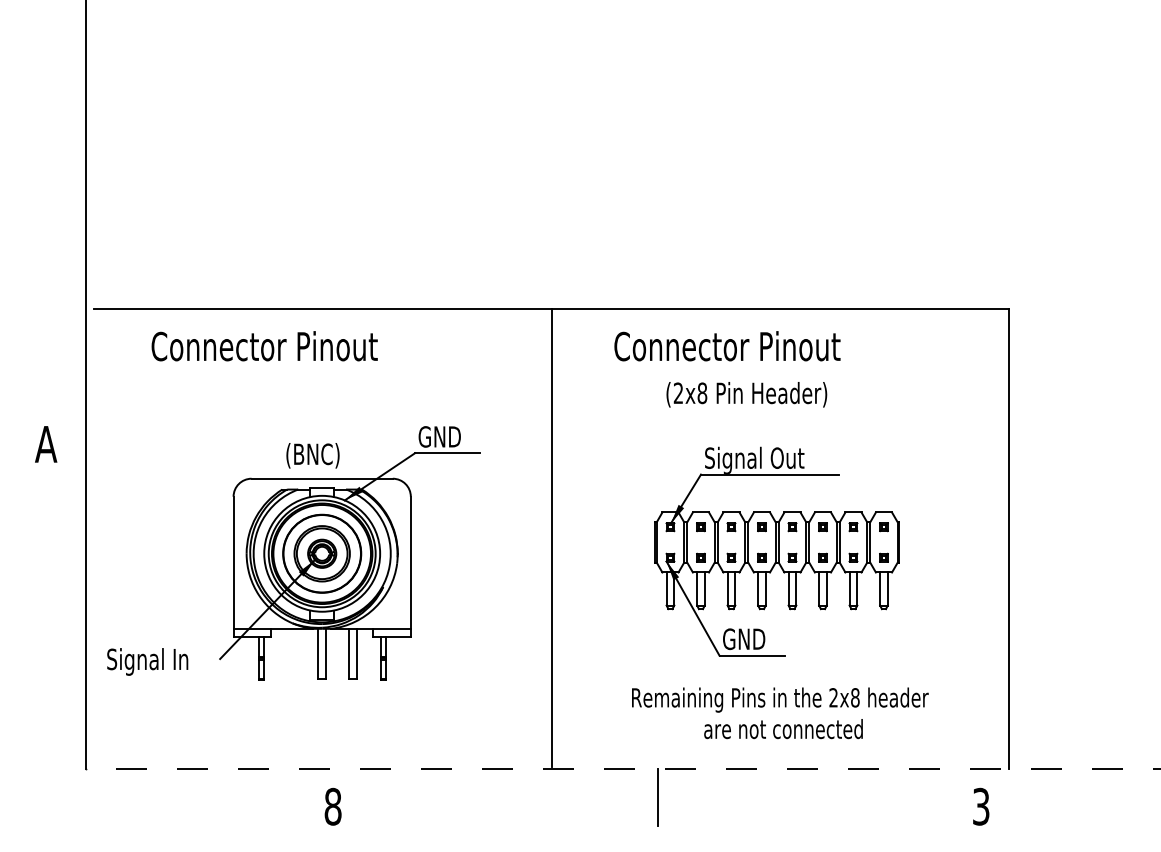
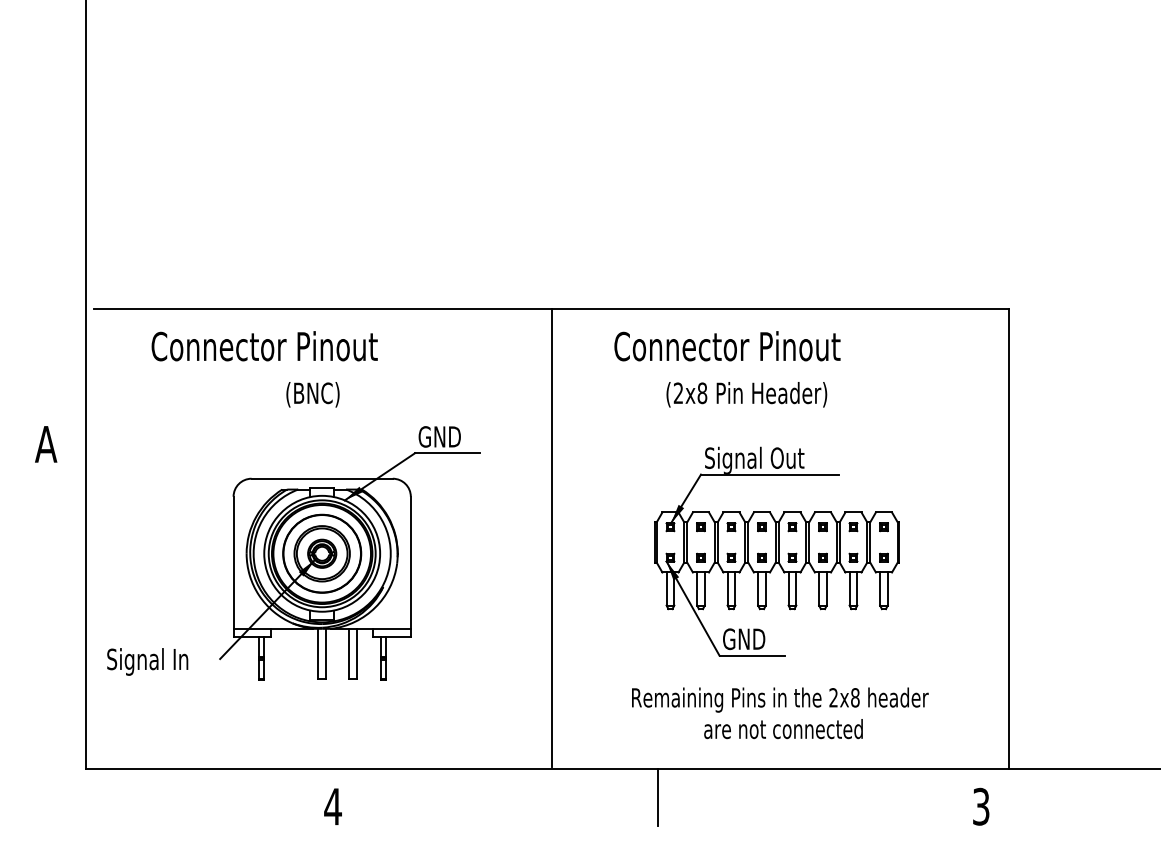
text at (312, 455) position: (312, 455) -> (312, 394)
line at (622, 769): dashed -> solid
text at (332, 806): 8 -> 4
